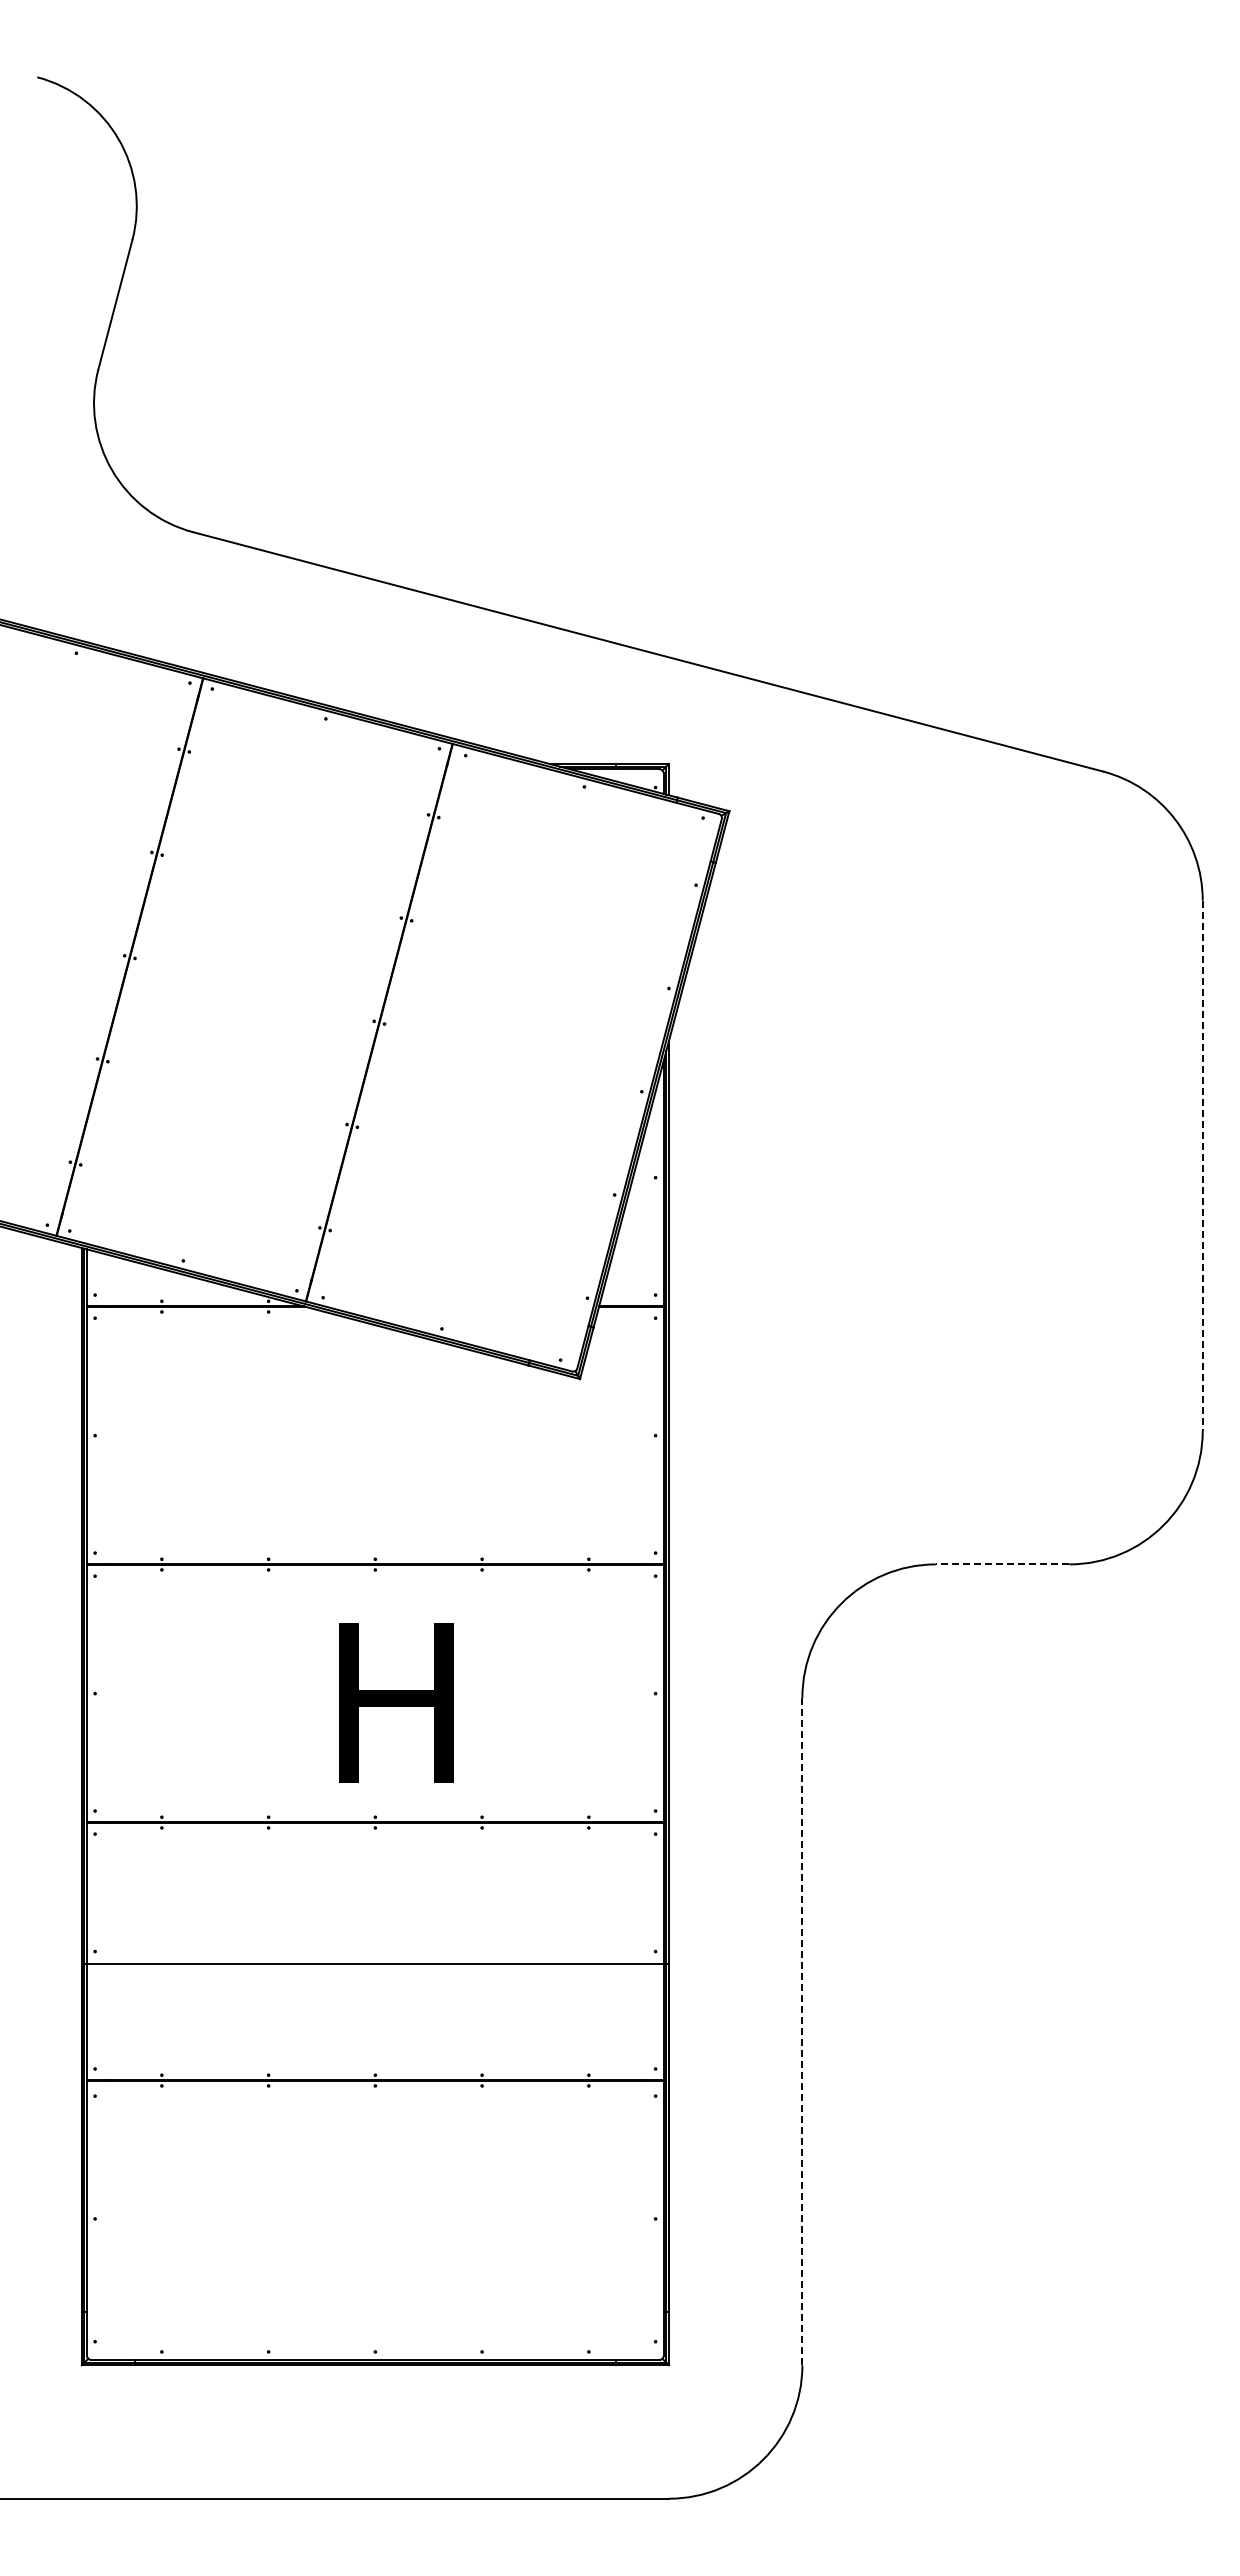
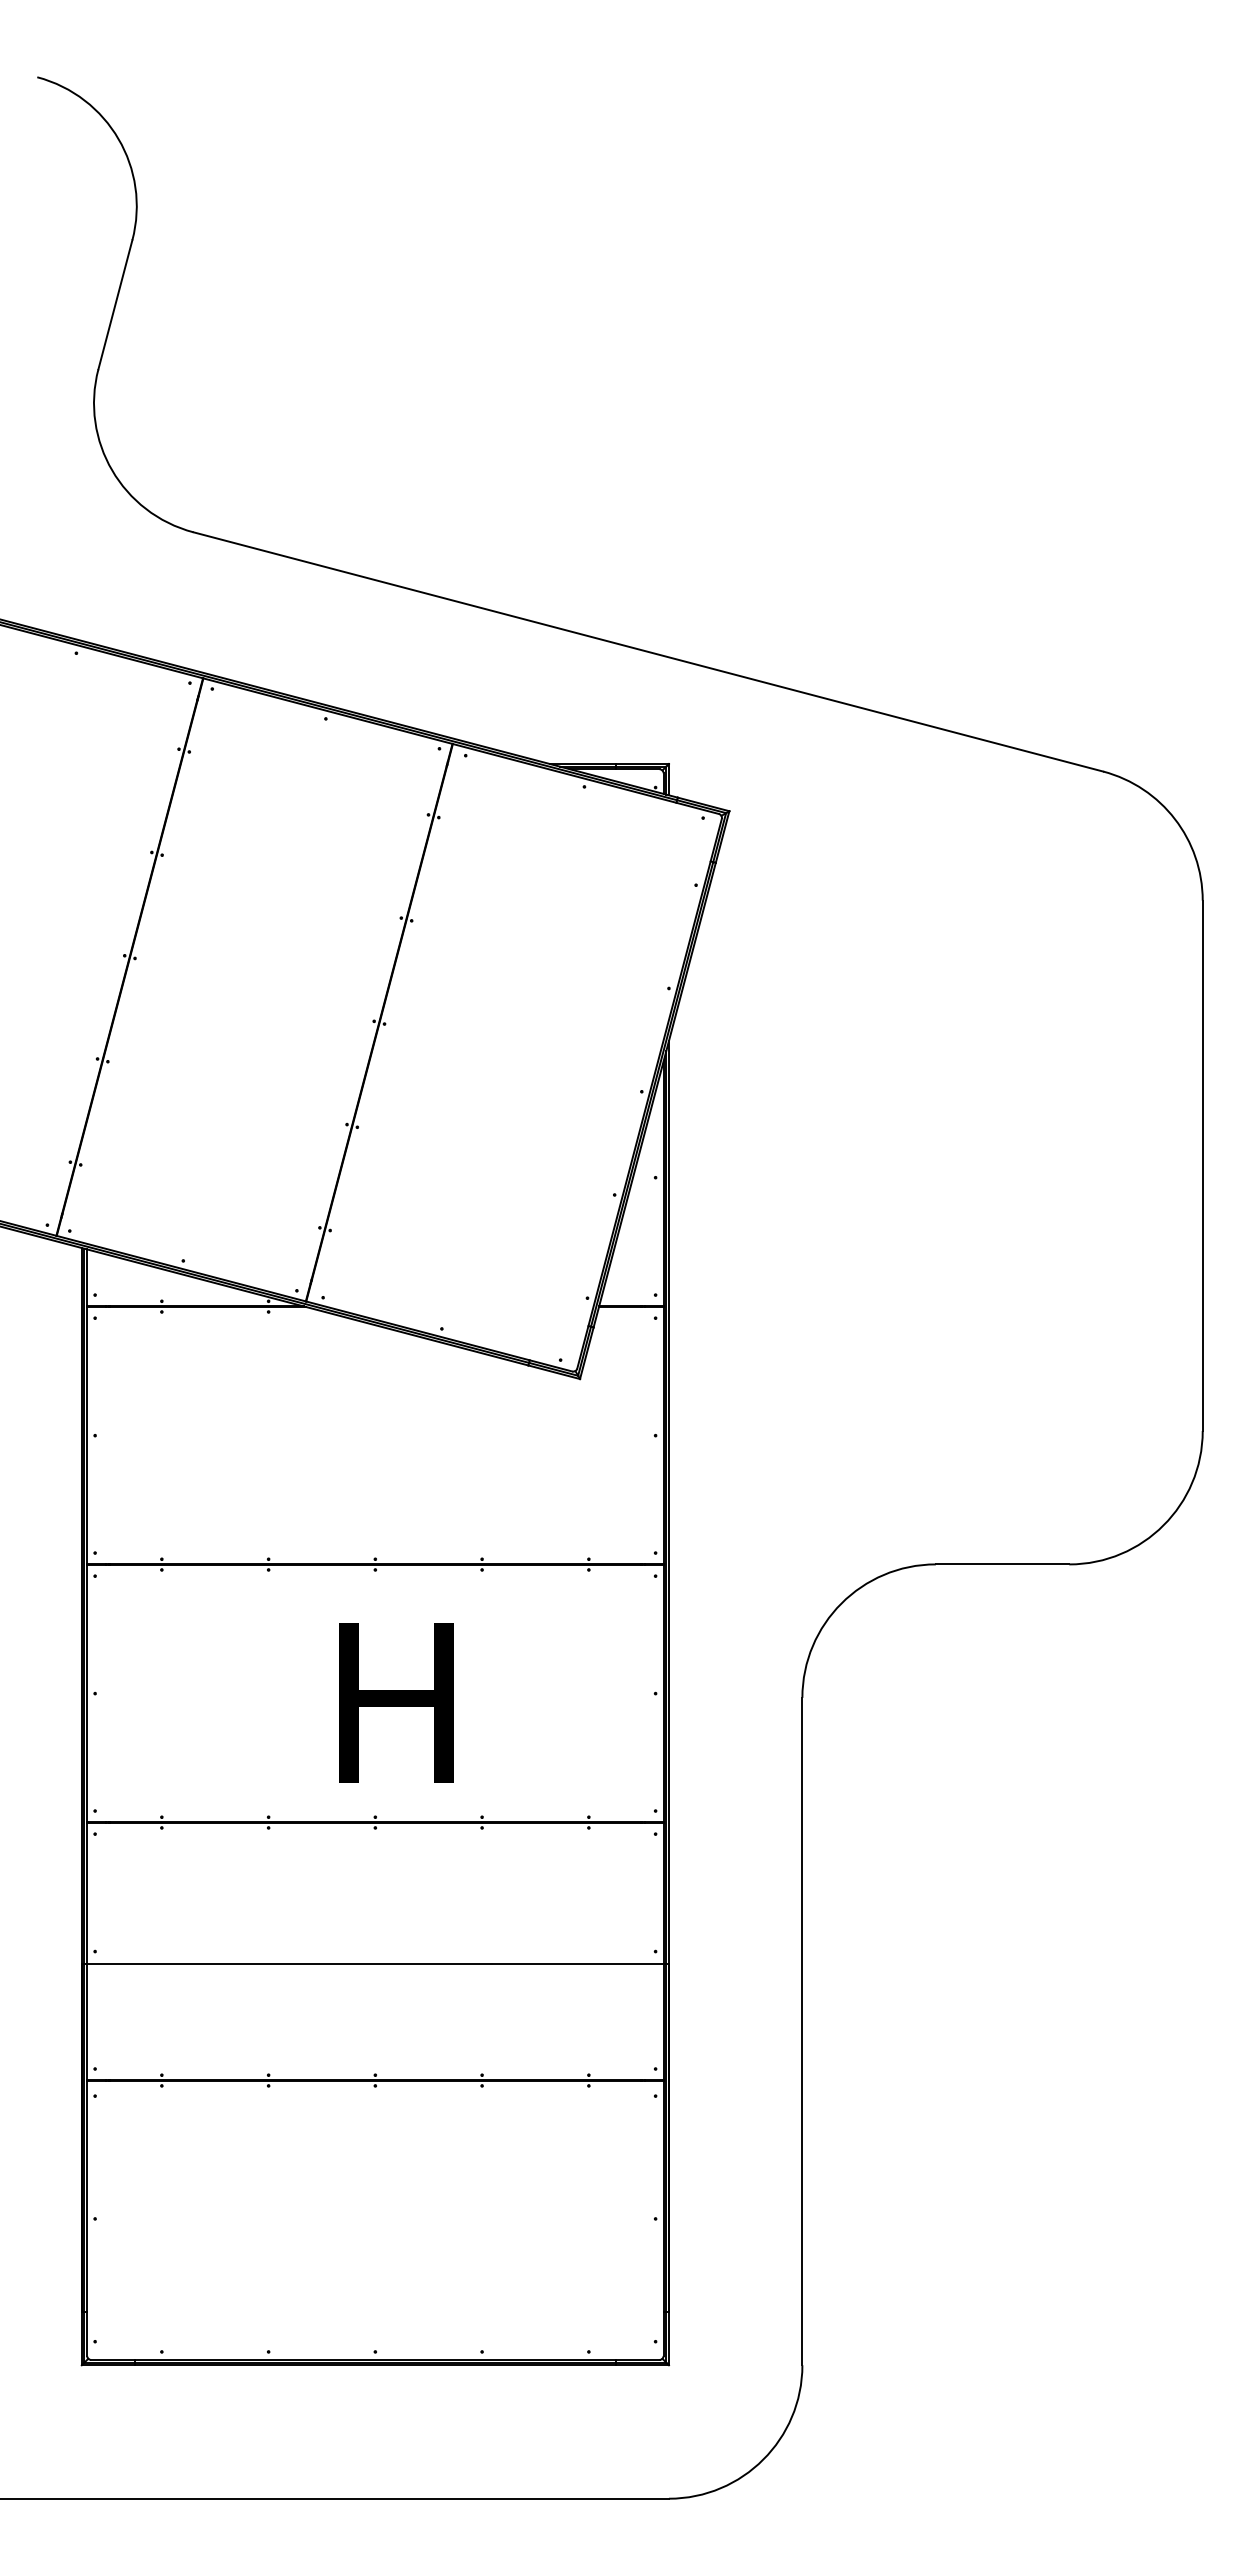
line at (1202, 1166): dashed -> solid
line at (1002, 1564): dashed -> solid
line at (802, 2031): dashed -> solid
